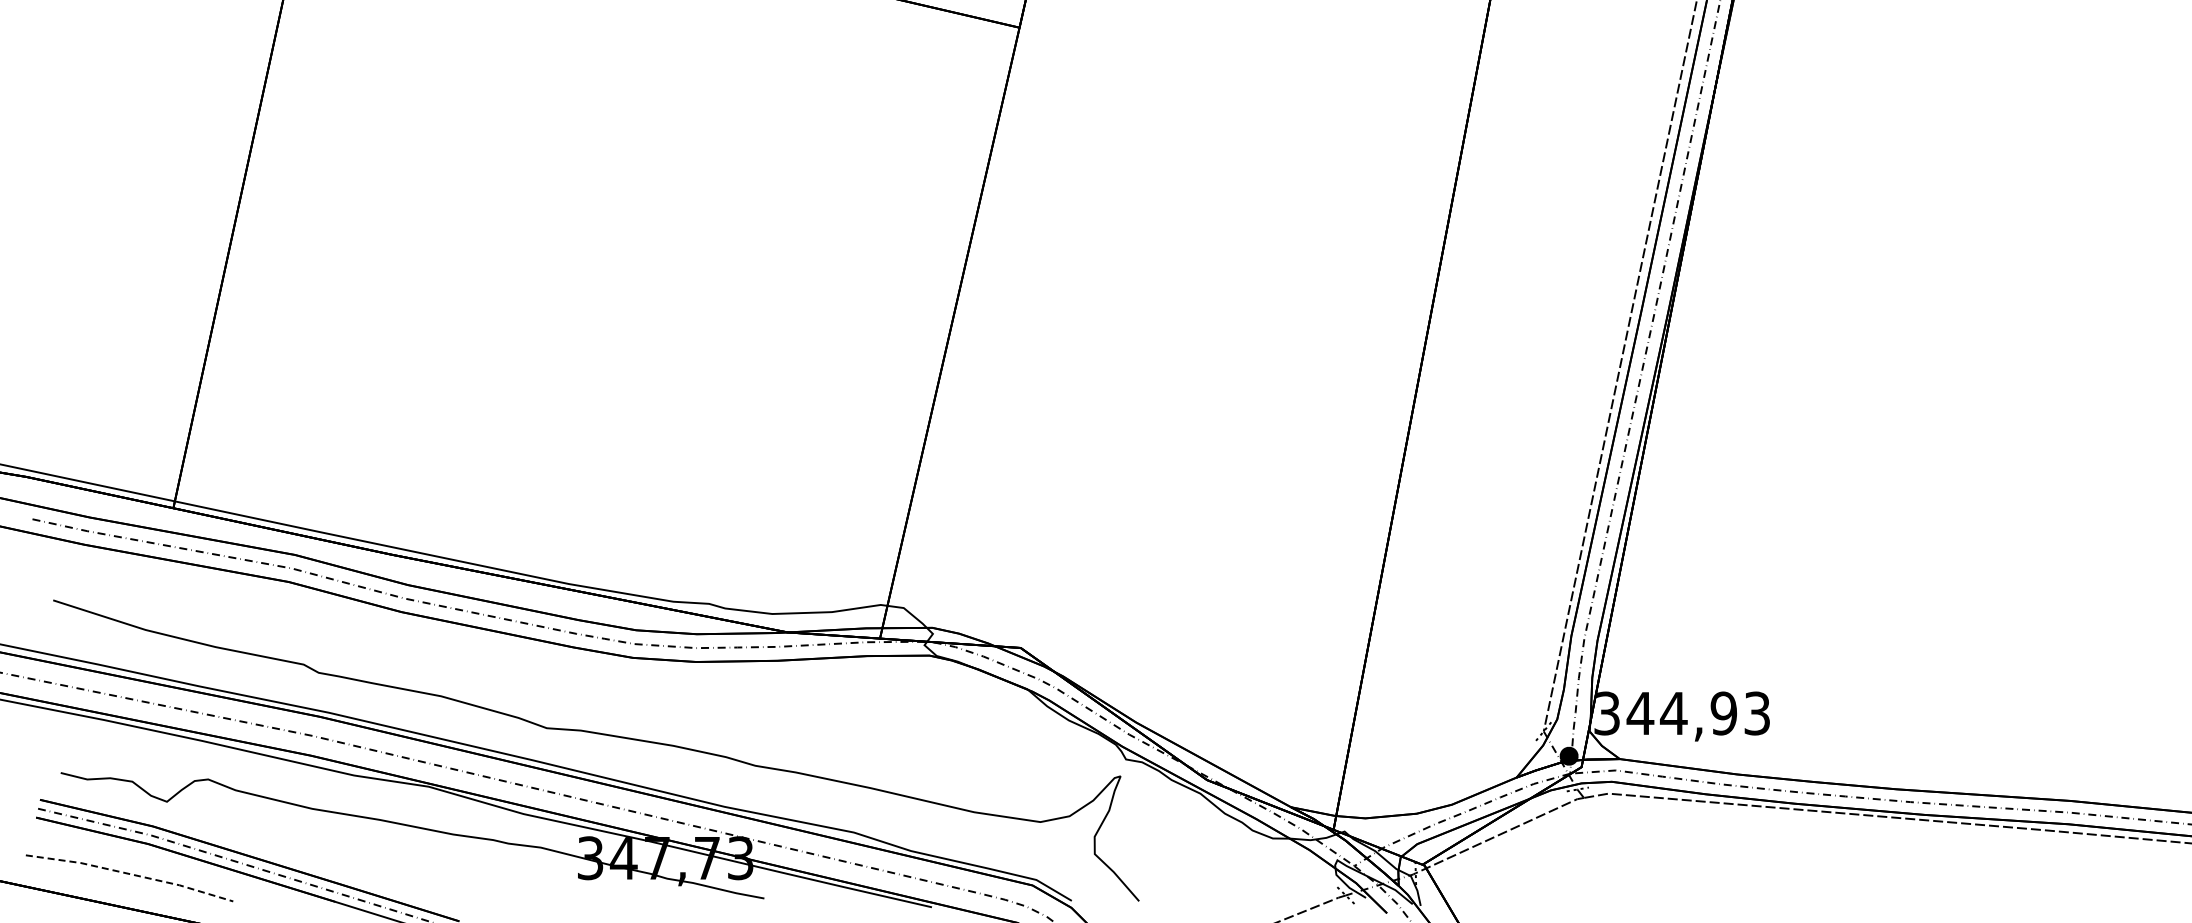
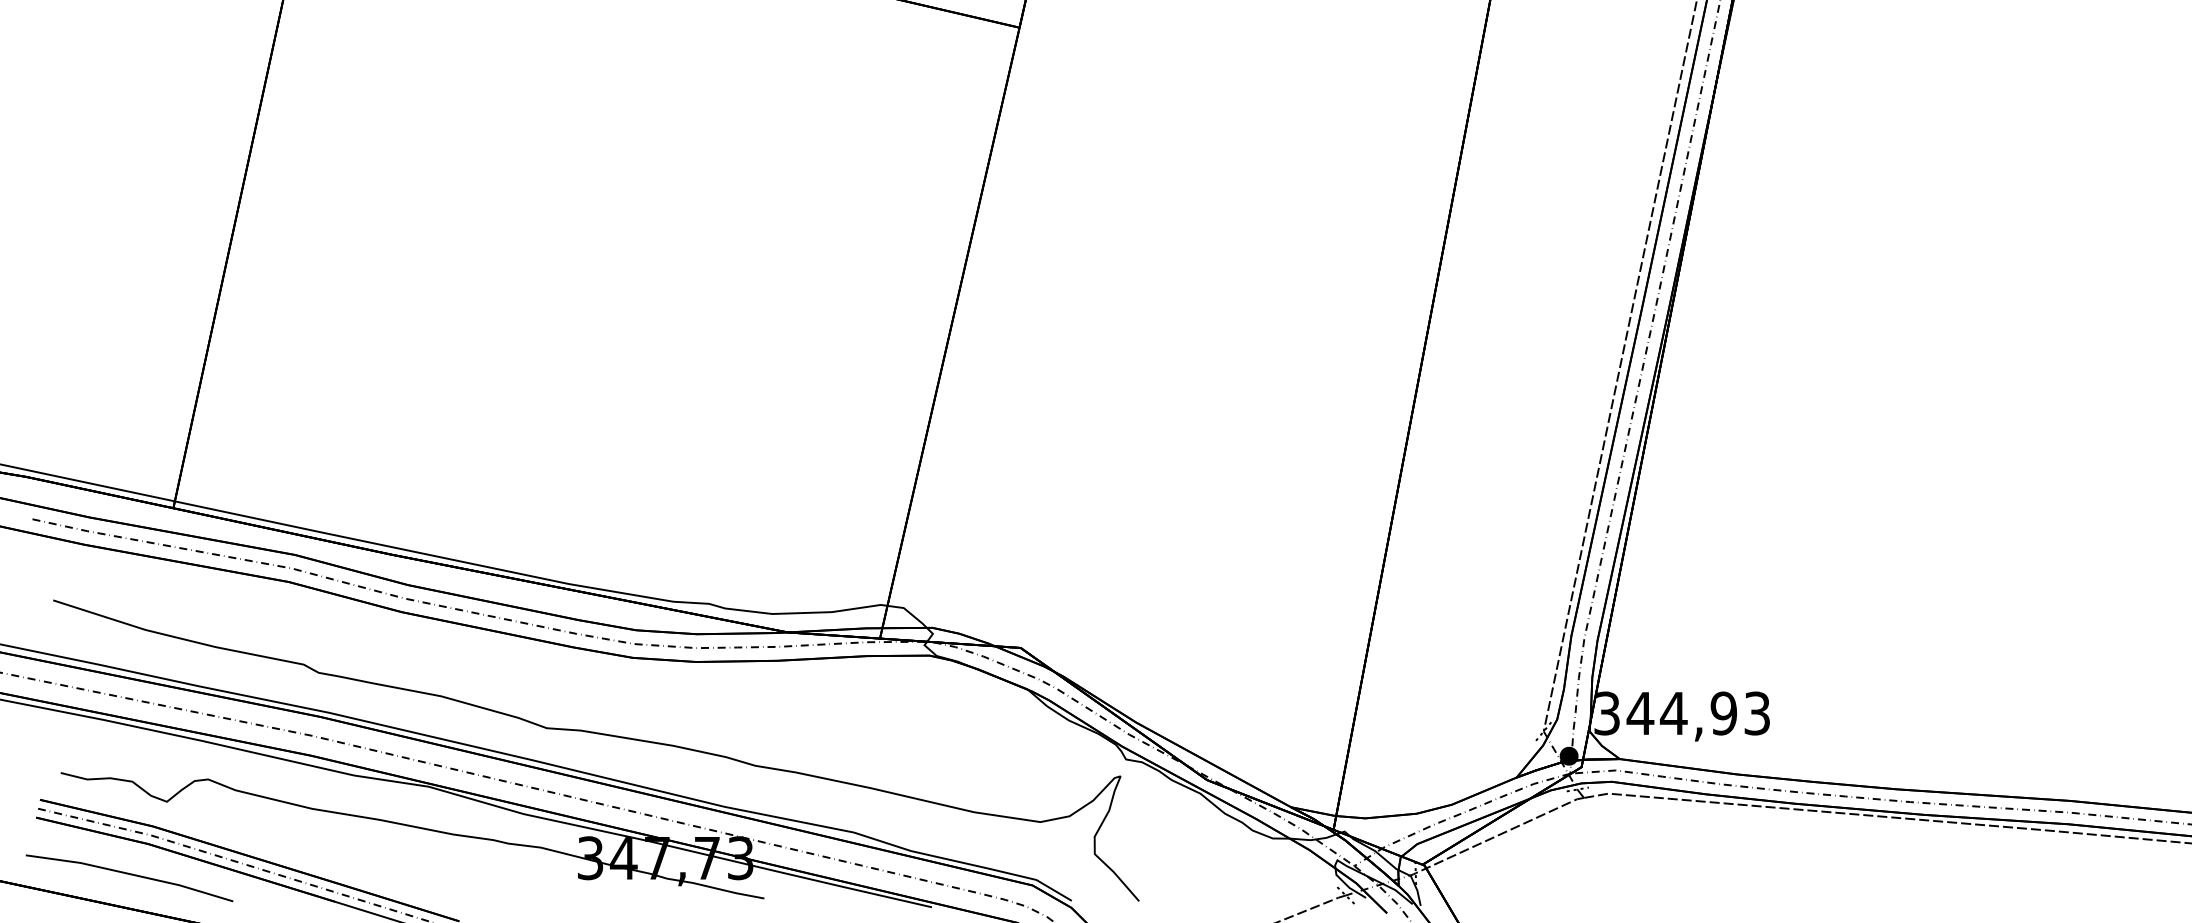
line at (131, 874): dashed -> solid
